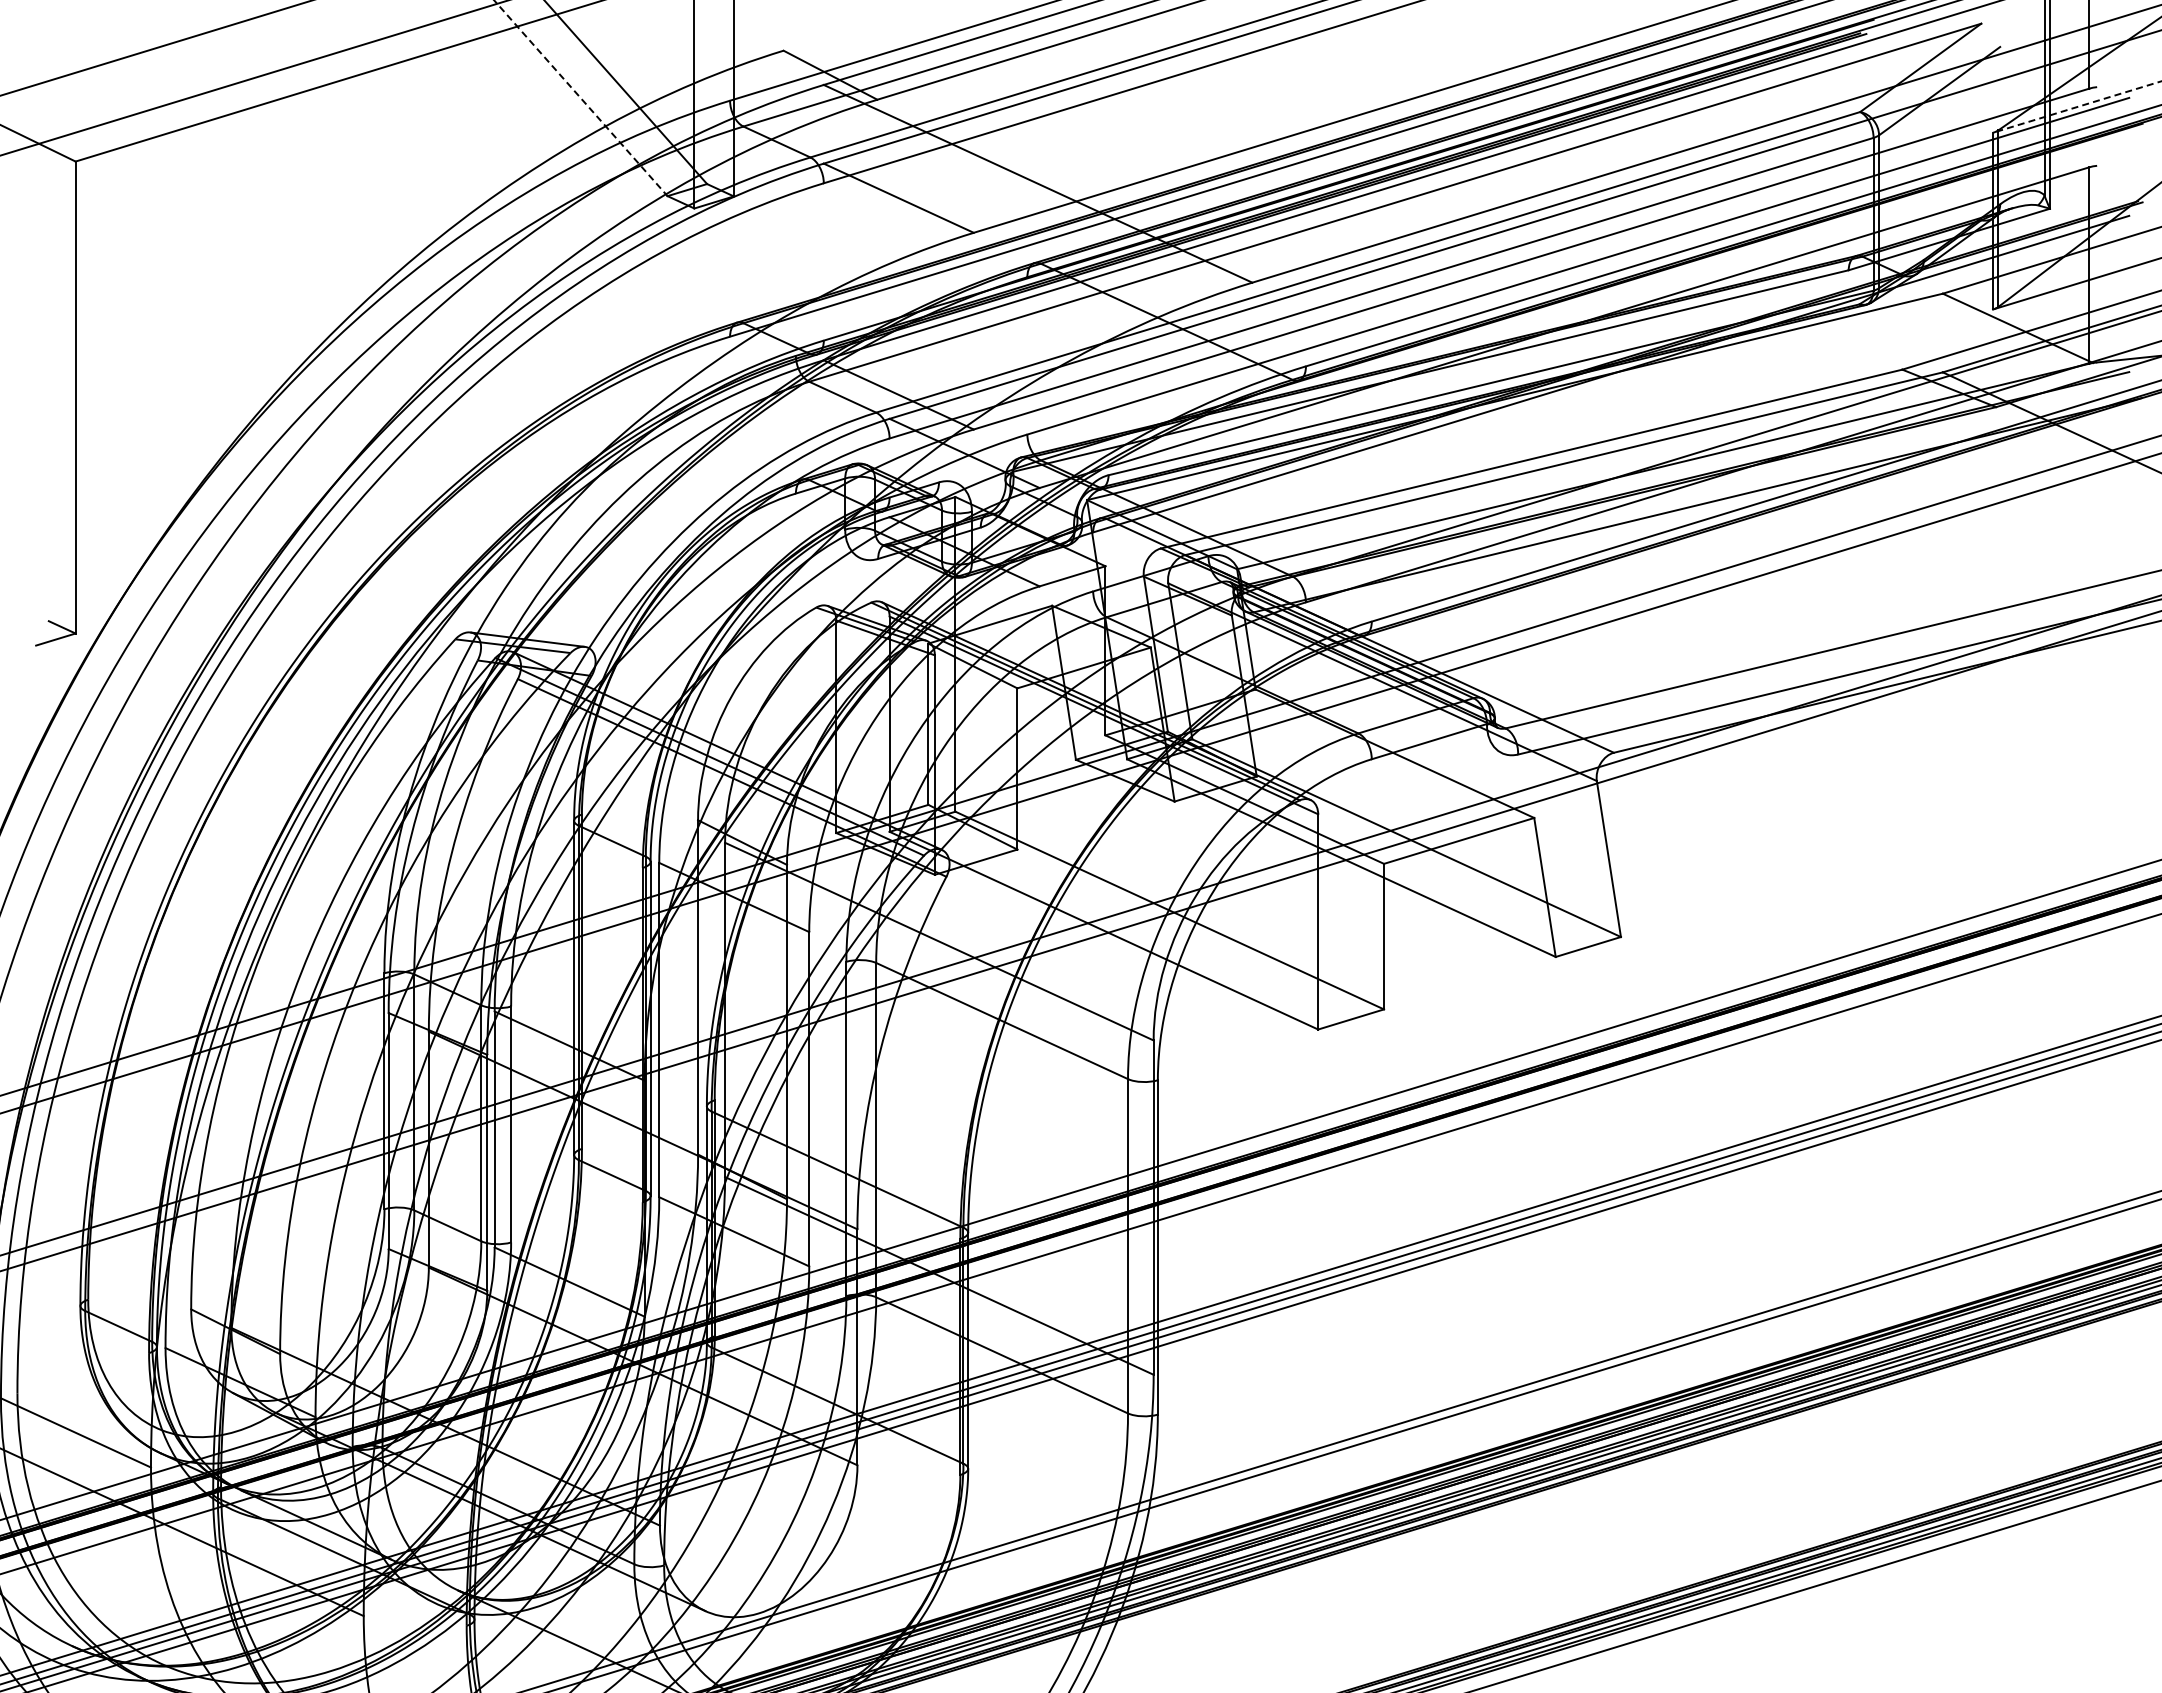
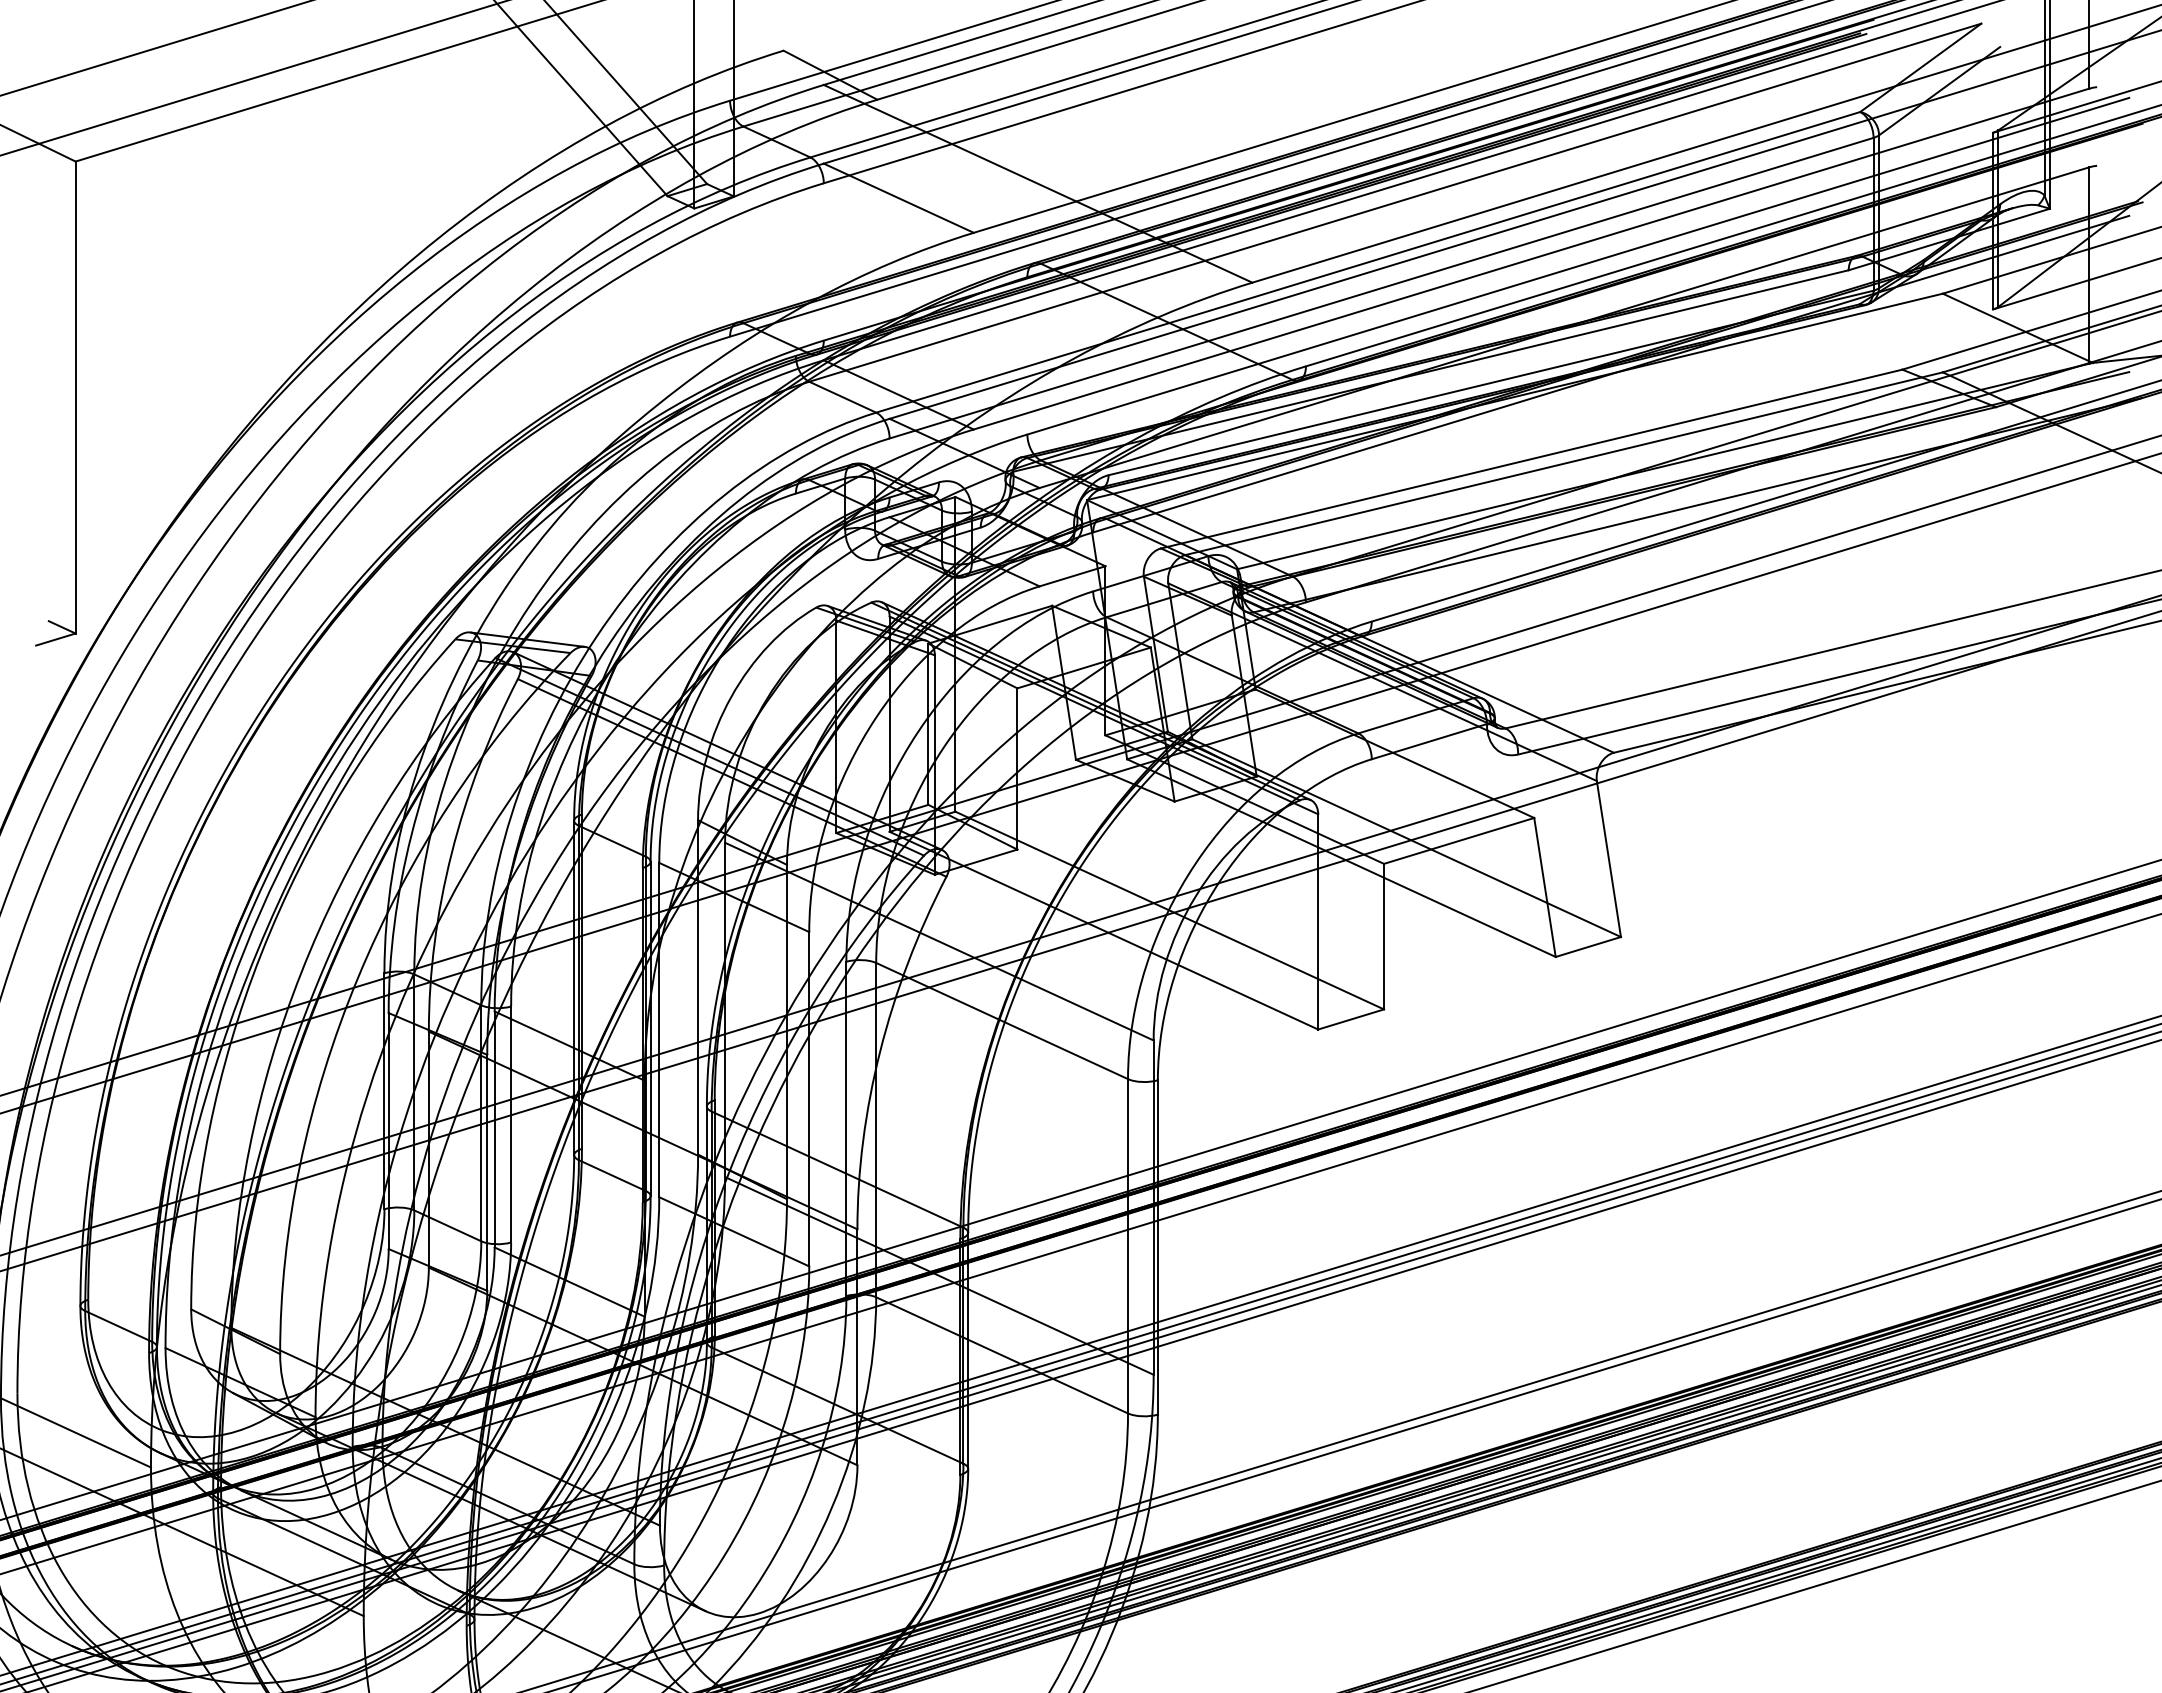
line at (580, 98): dashed -> solid
line at (2077, 107): dashed -> solid
